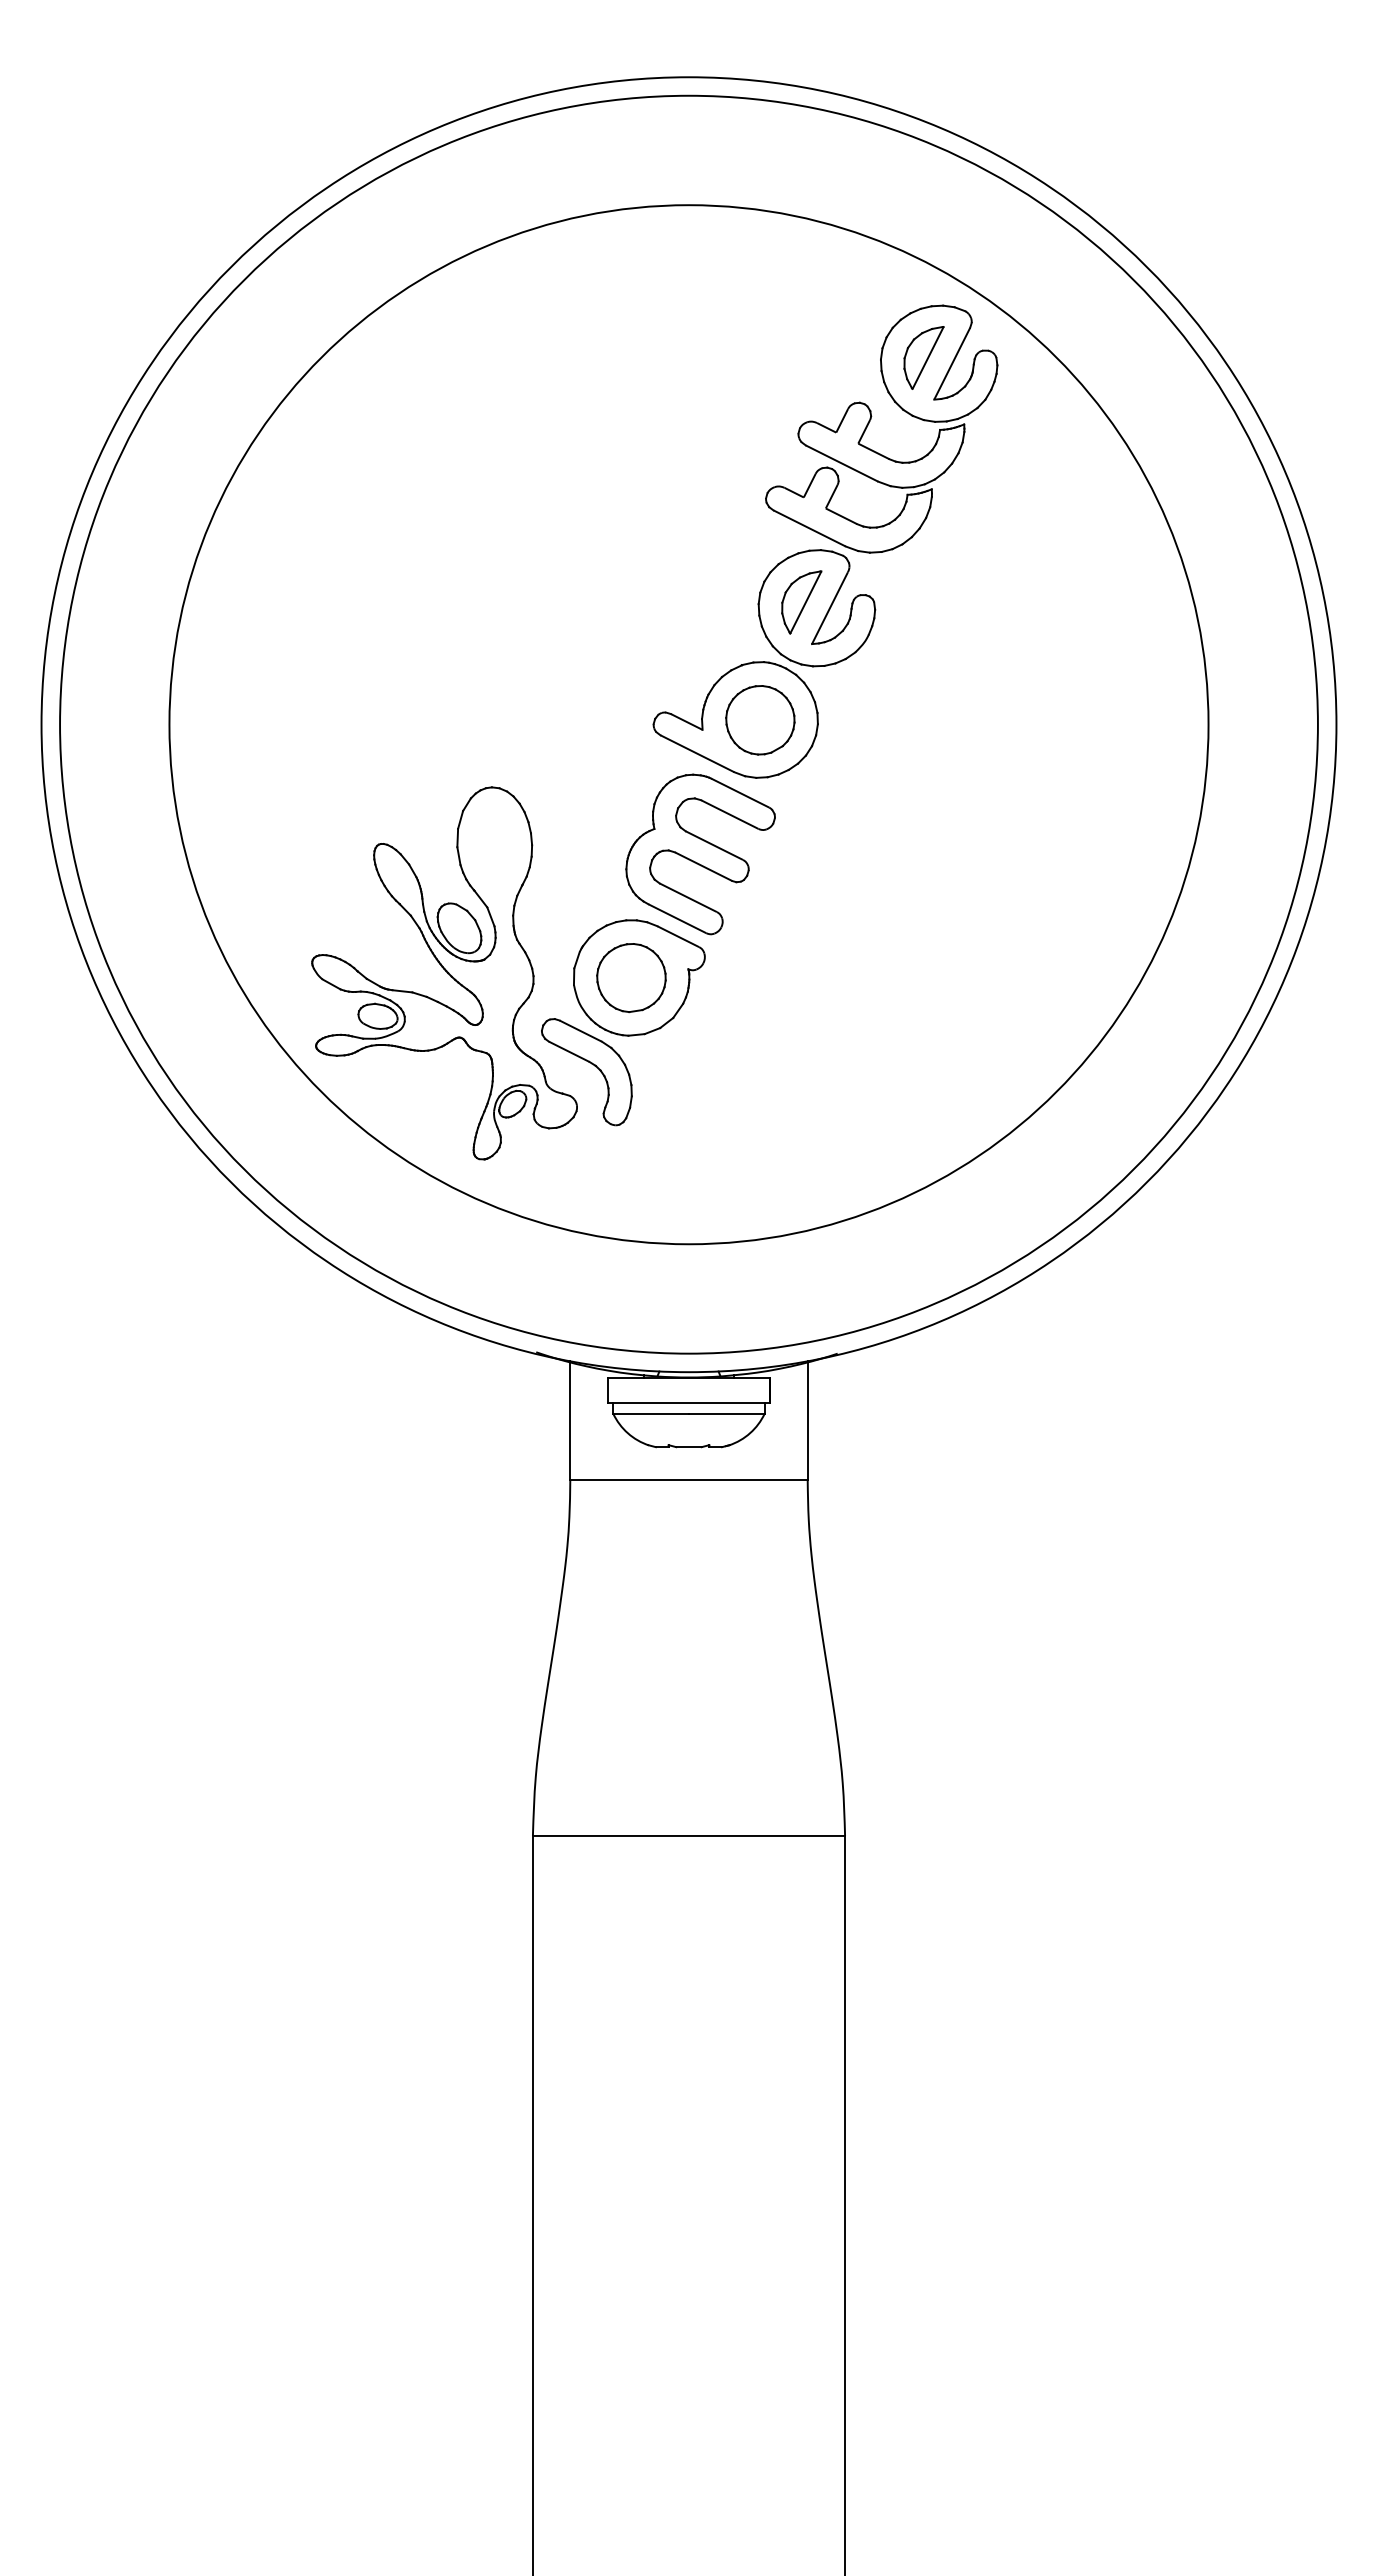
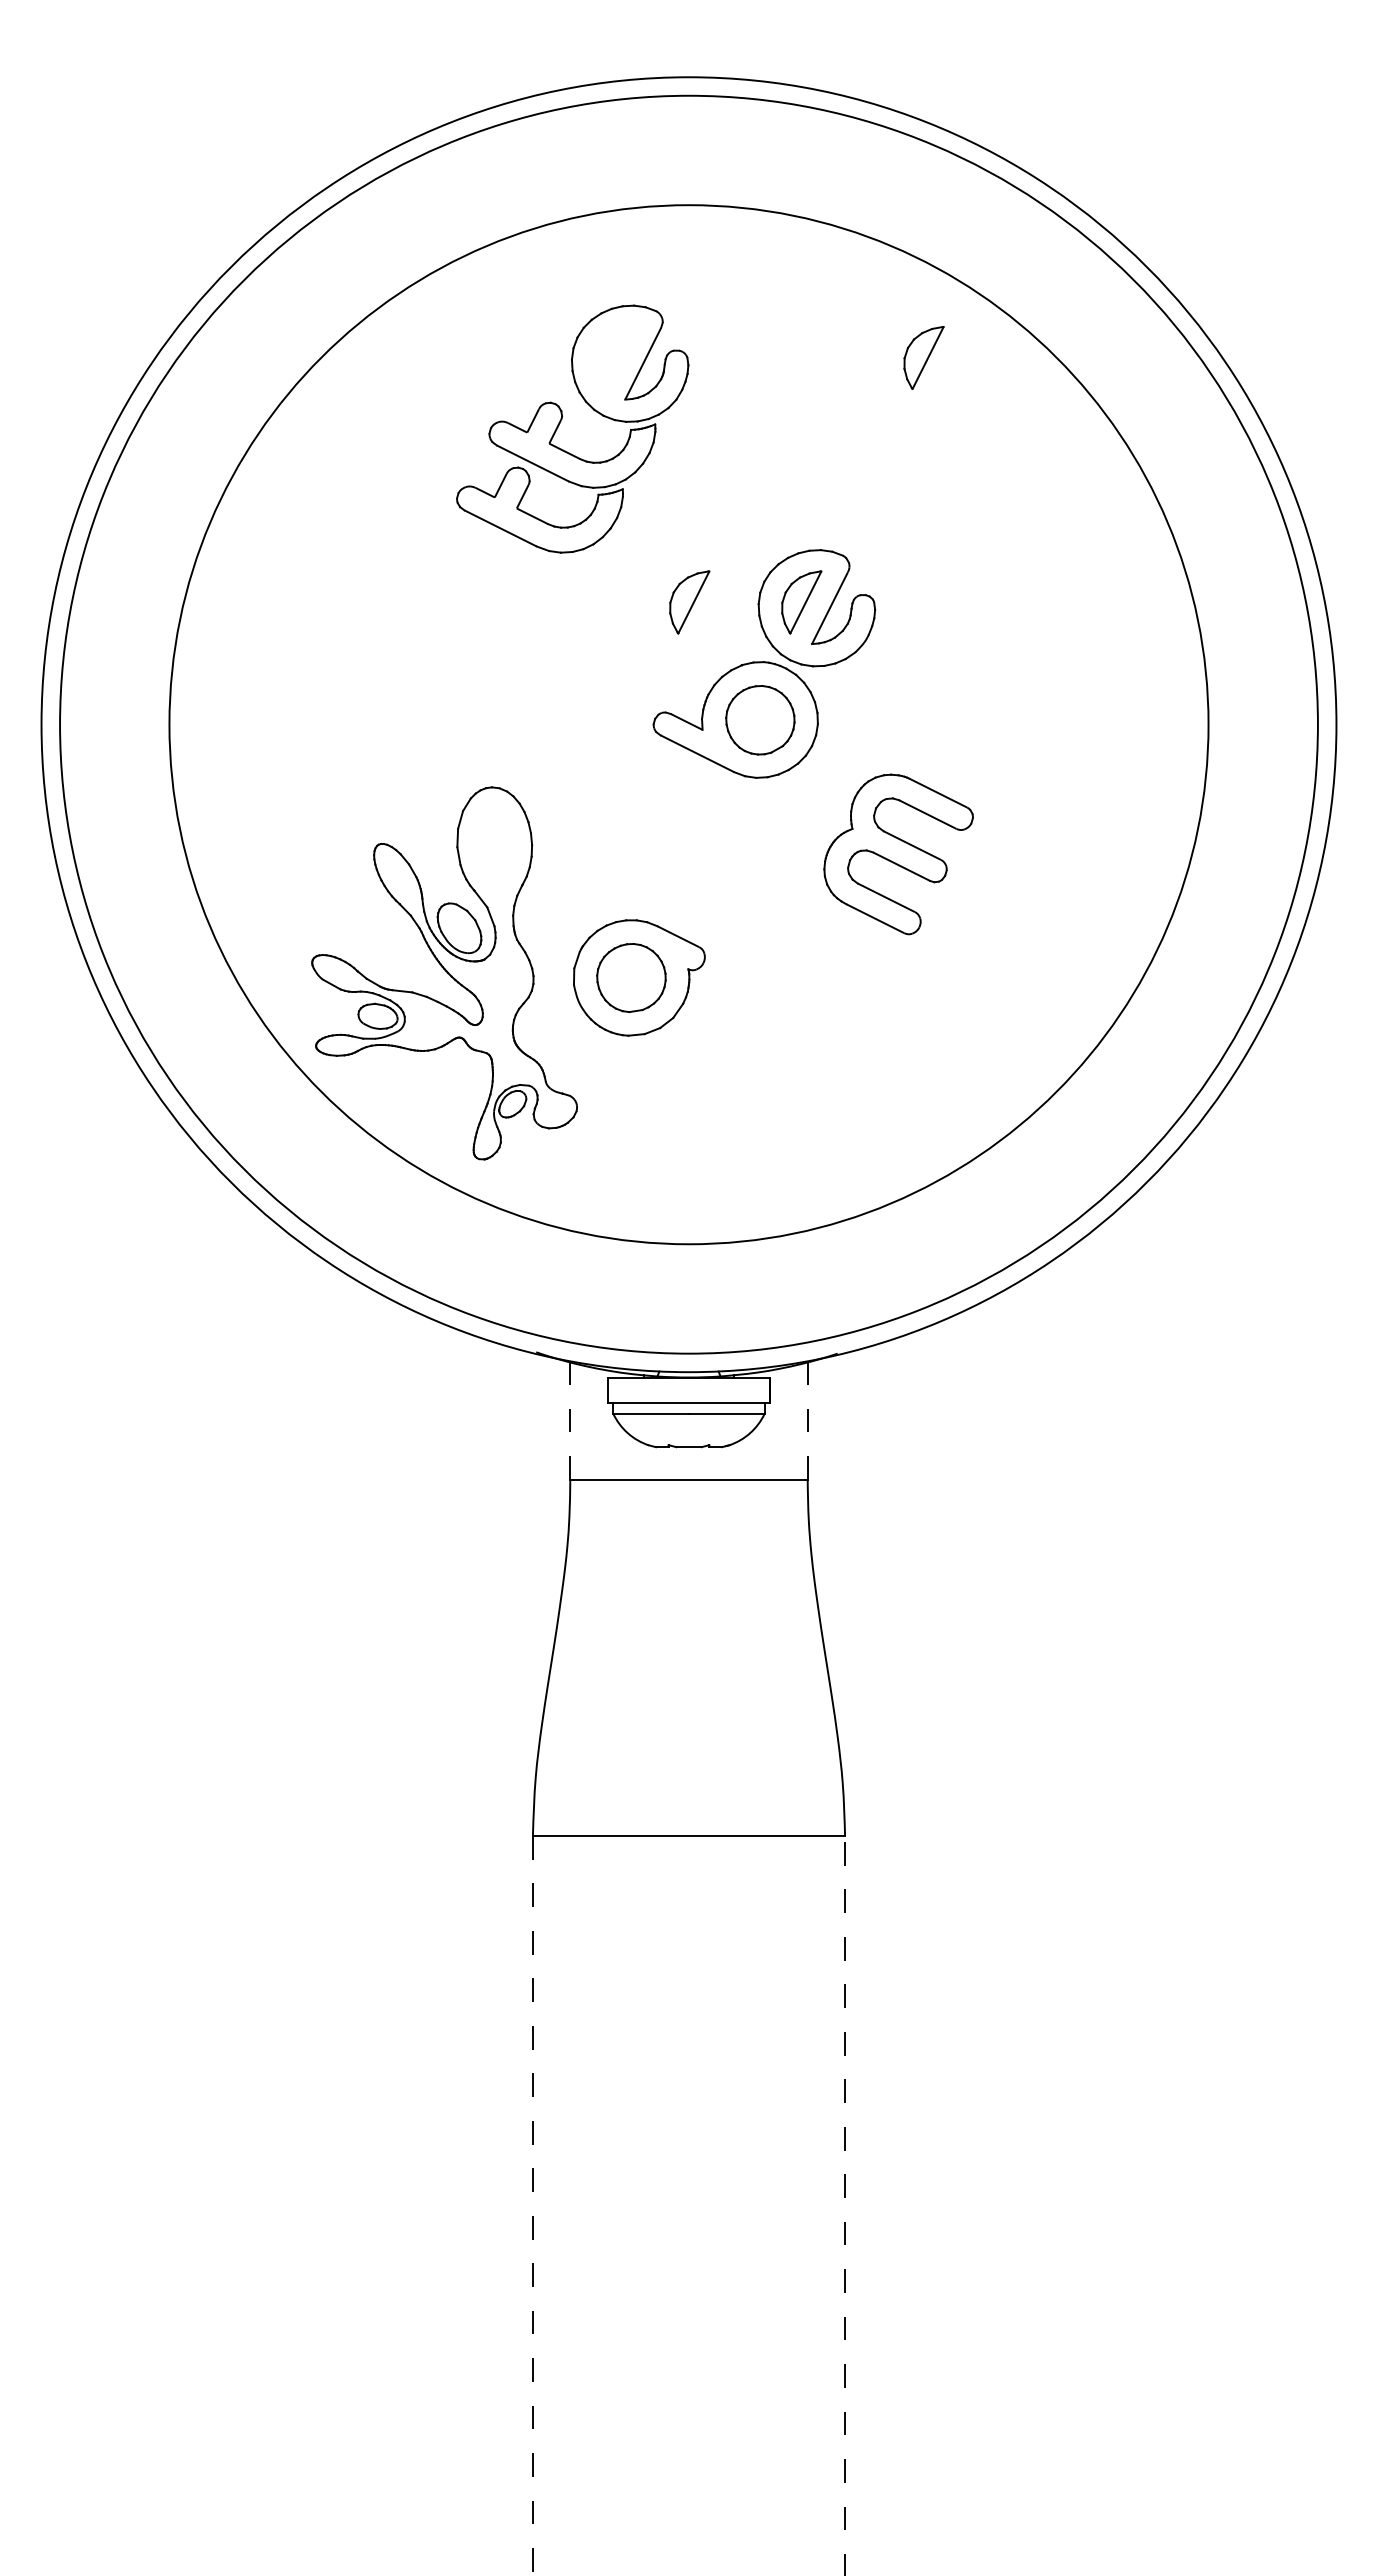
part at (869, 423) position: (869, 423) -> (560, 423)
part at (689, 602): none -> present
part at (700, 854) position: (700, 854) -> (898, 854)
part at (591, 1064): present -> none
line at (570, 1421): solid -> dashed
line at (807, 1421): solid -> dashed
line at (532, 2205): solid -> dashed
line at (845, 2205): solid -> dashed
